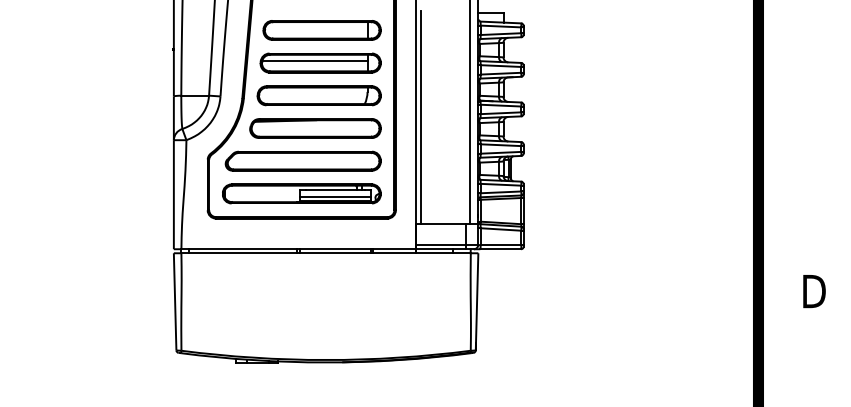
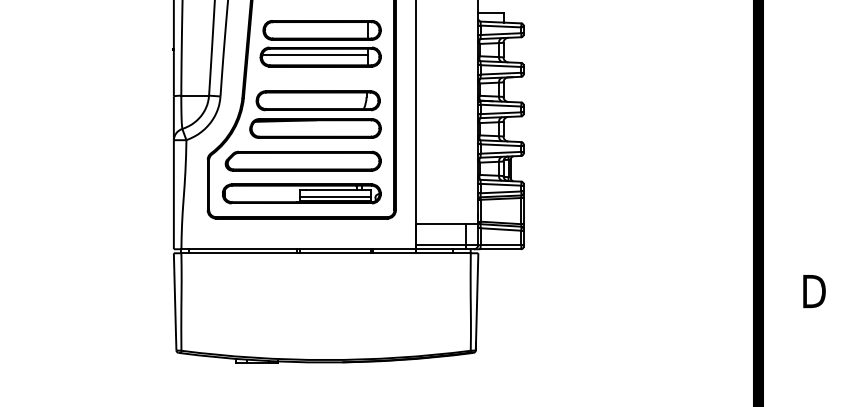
part at (320, 62) position: (320, 62) -> (320, 56)
part at (318, 95) position: (318, 95) -> (317, 100)
line at (469, 113): present -> none
line at (420, 117): present -> none
